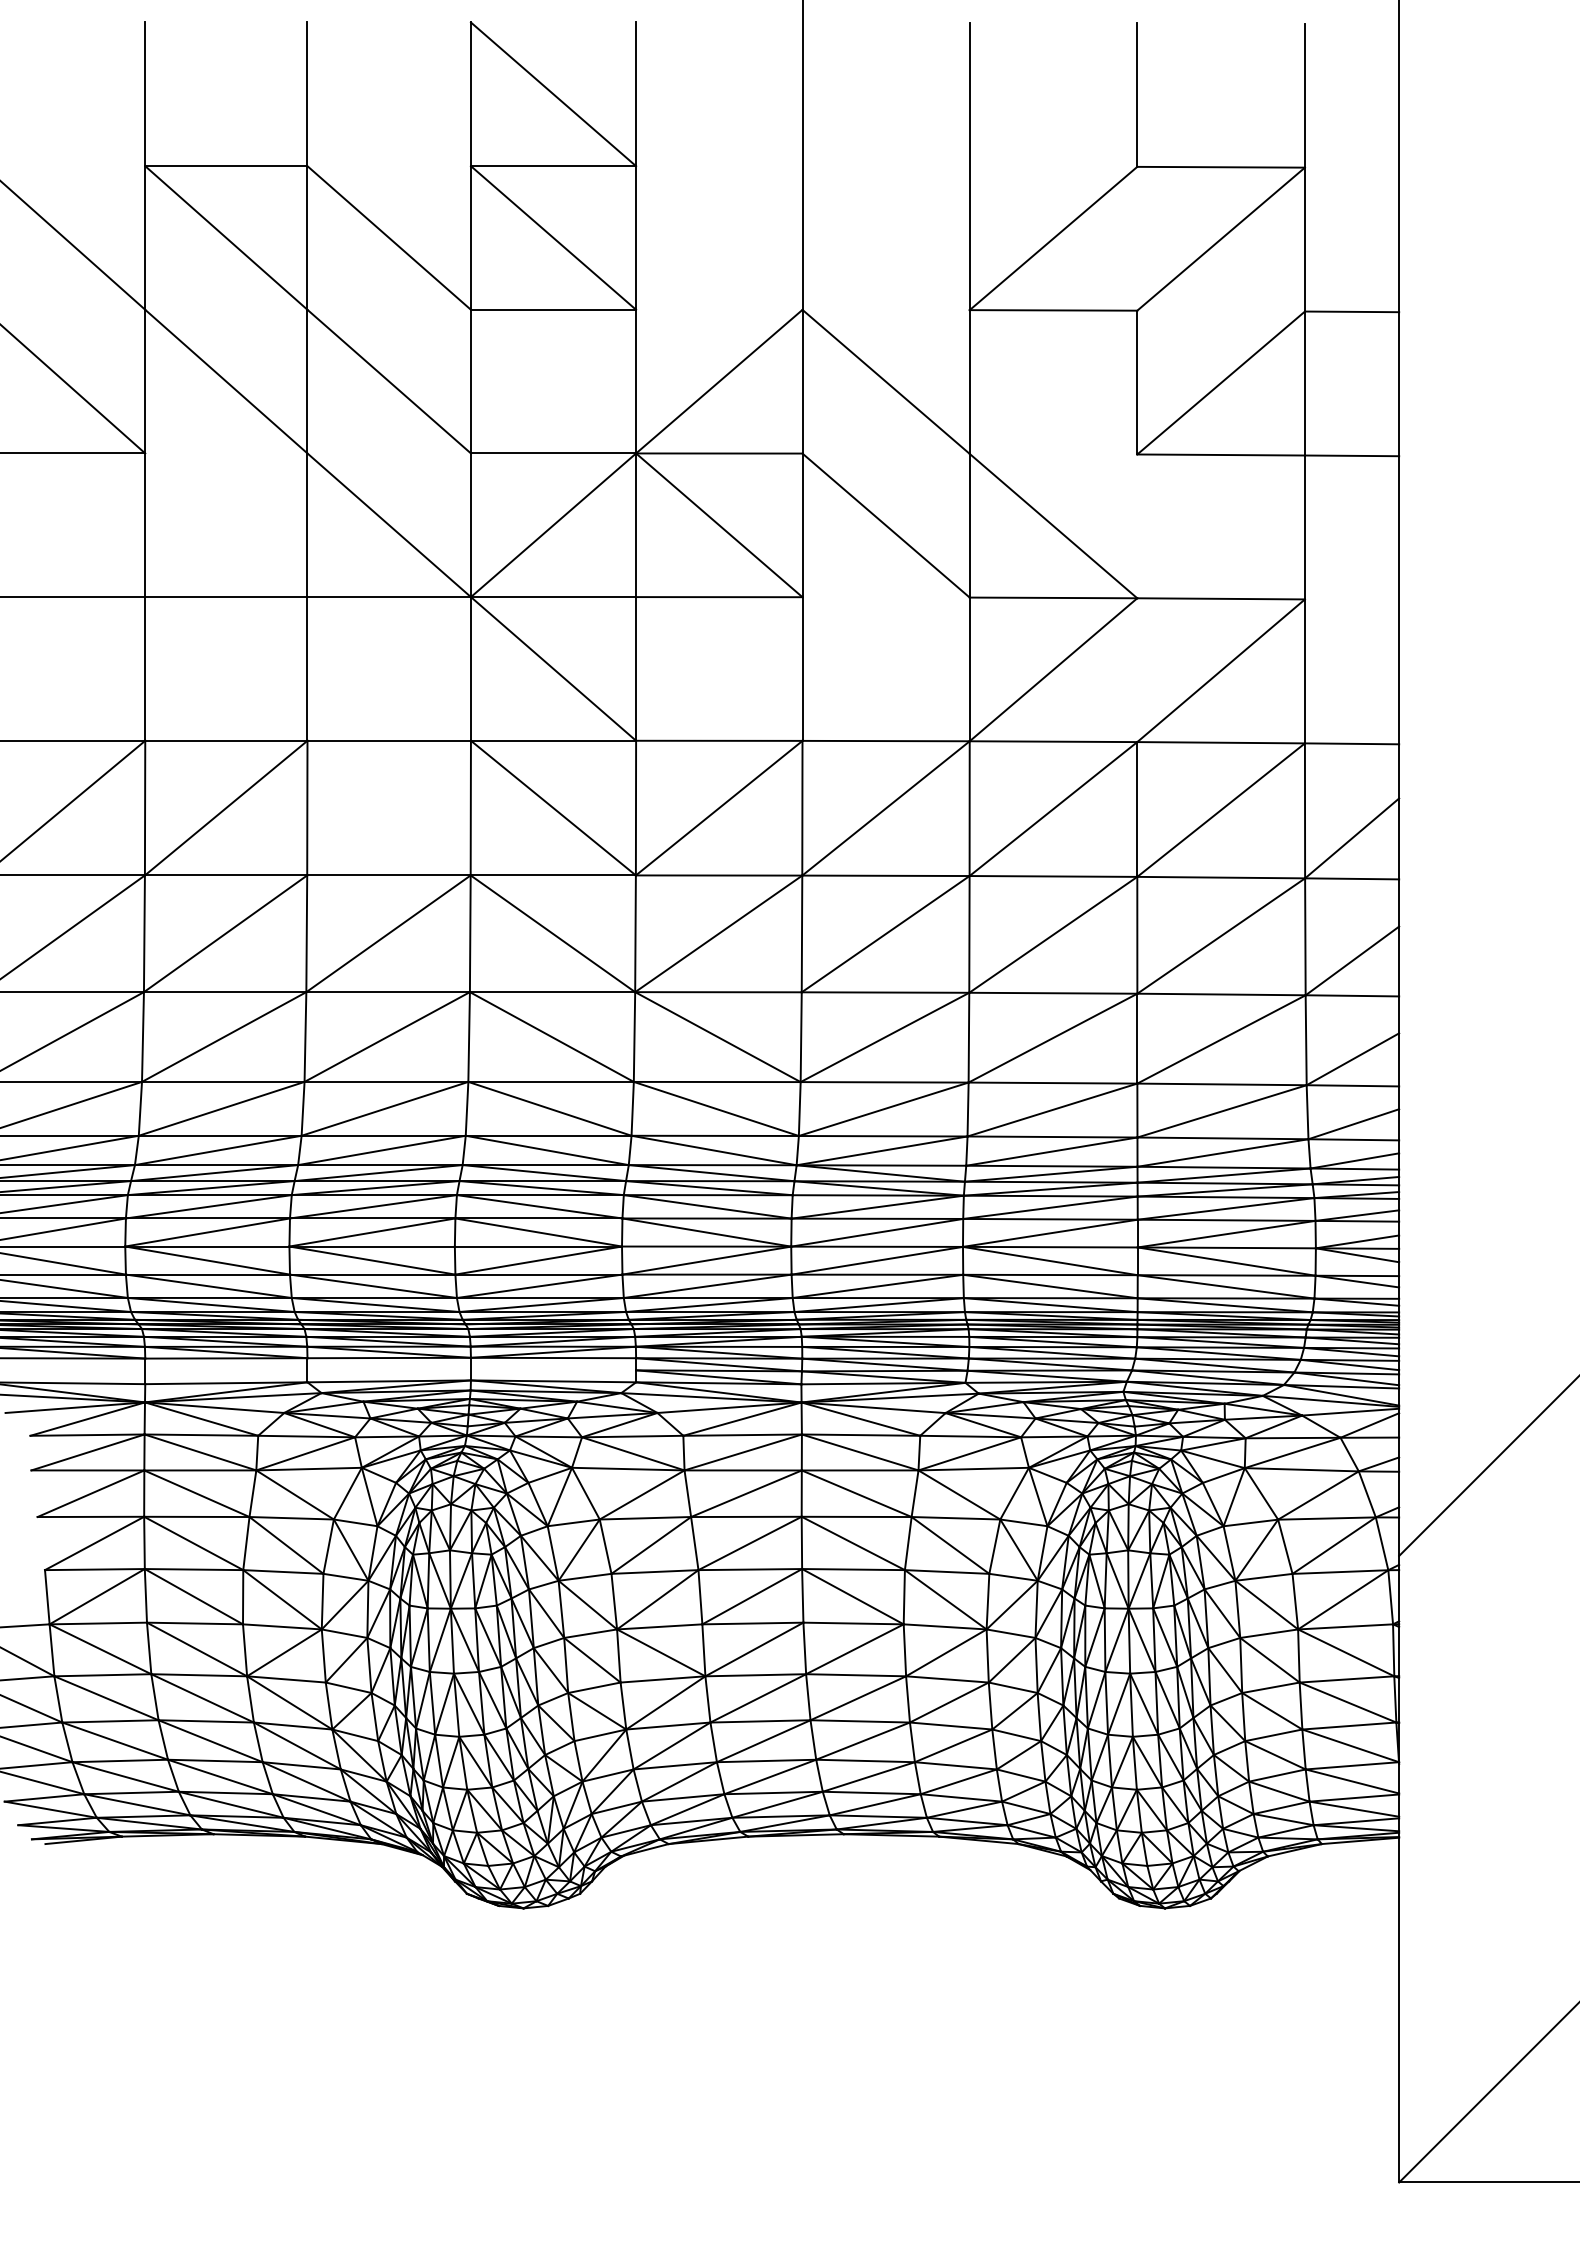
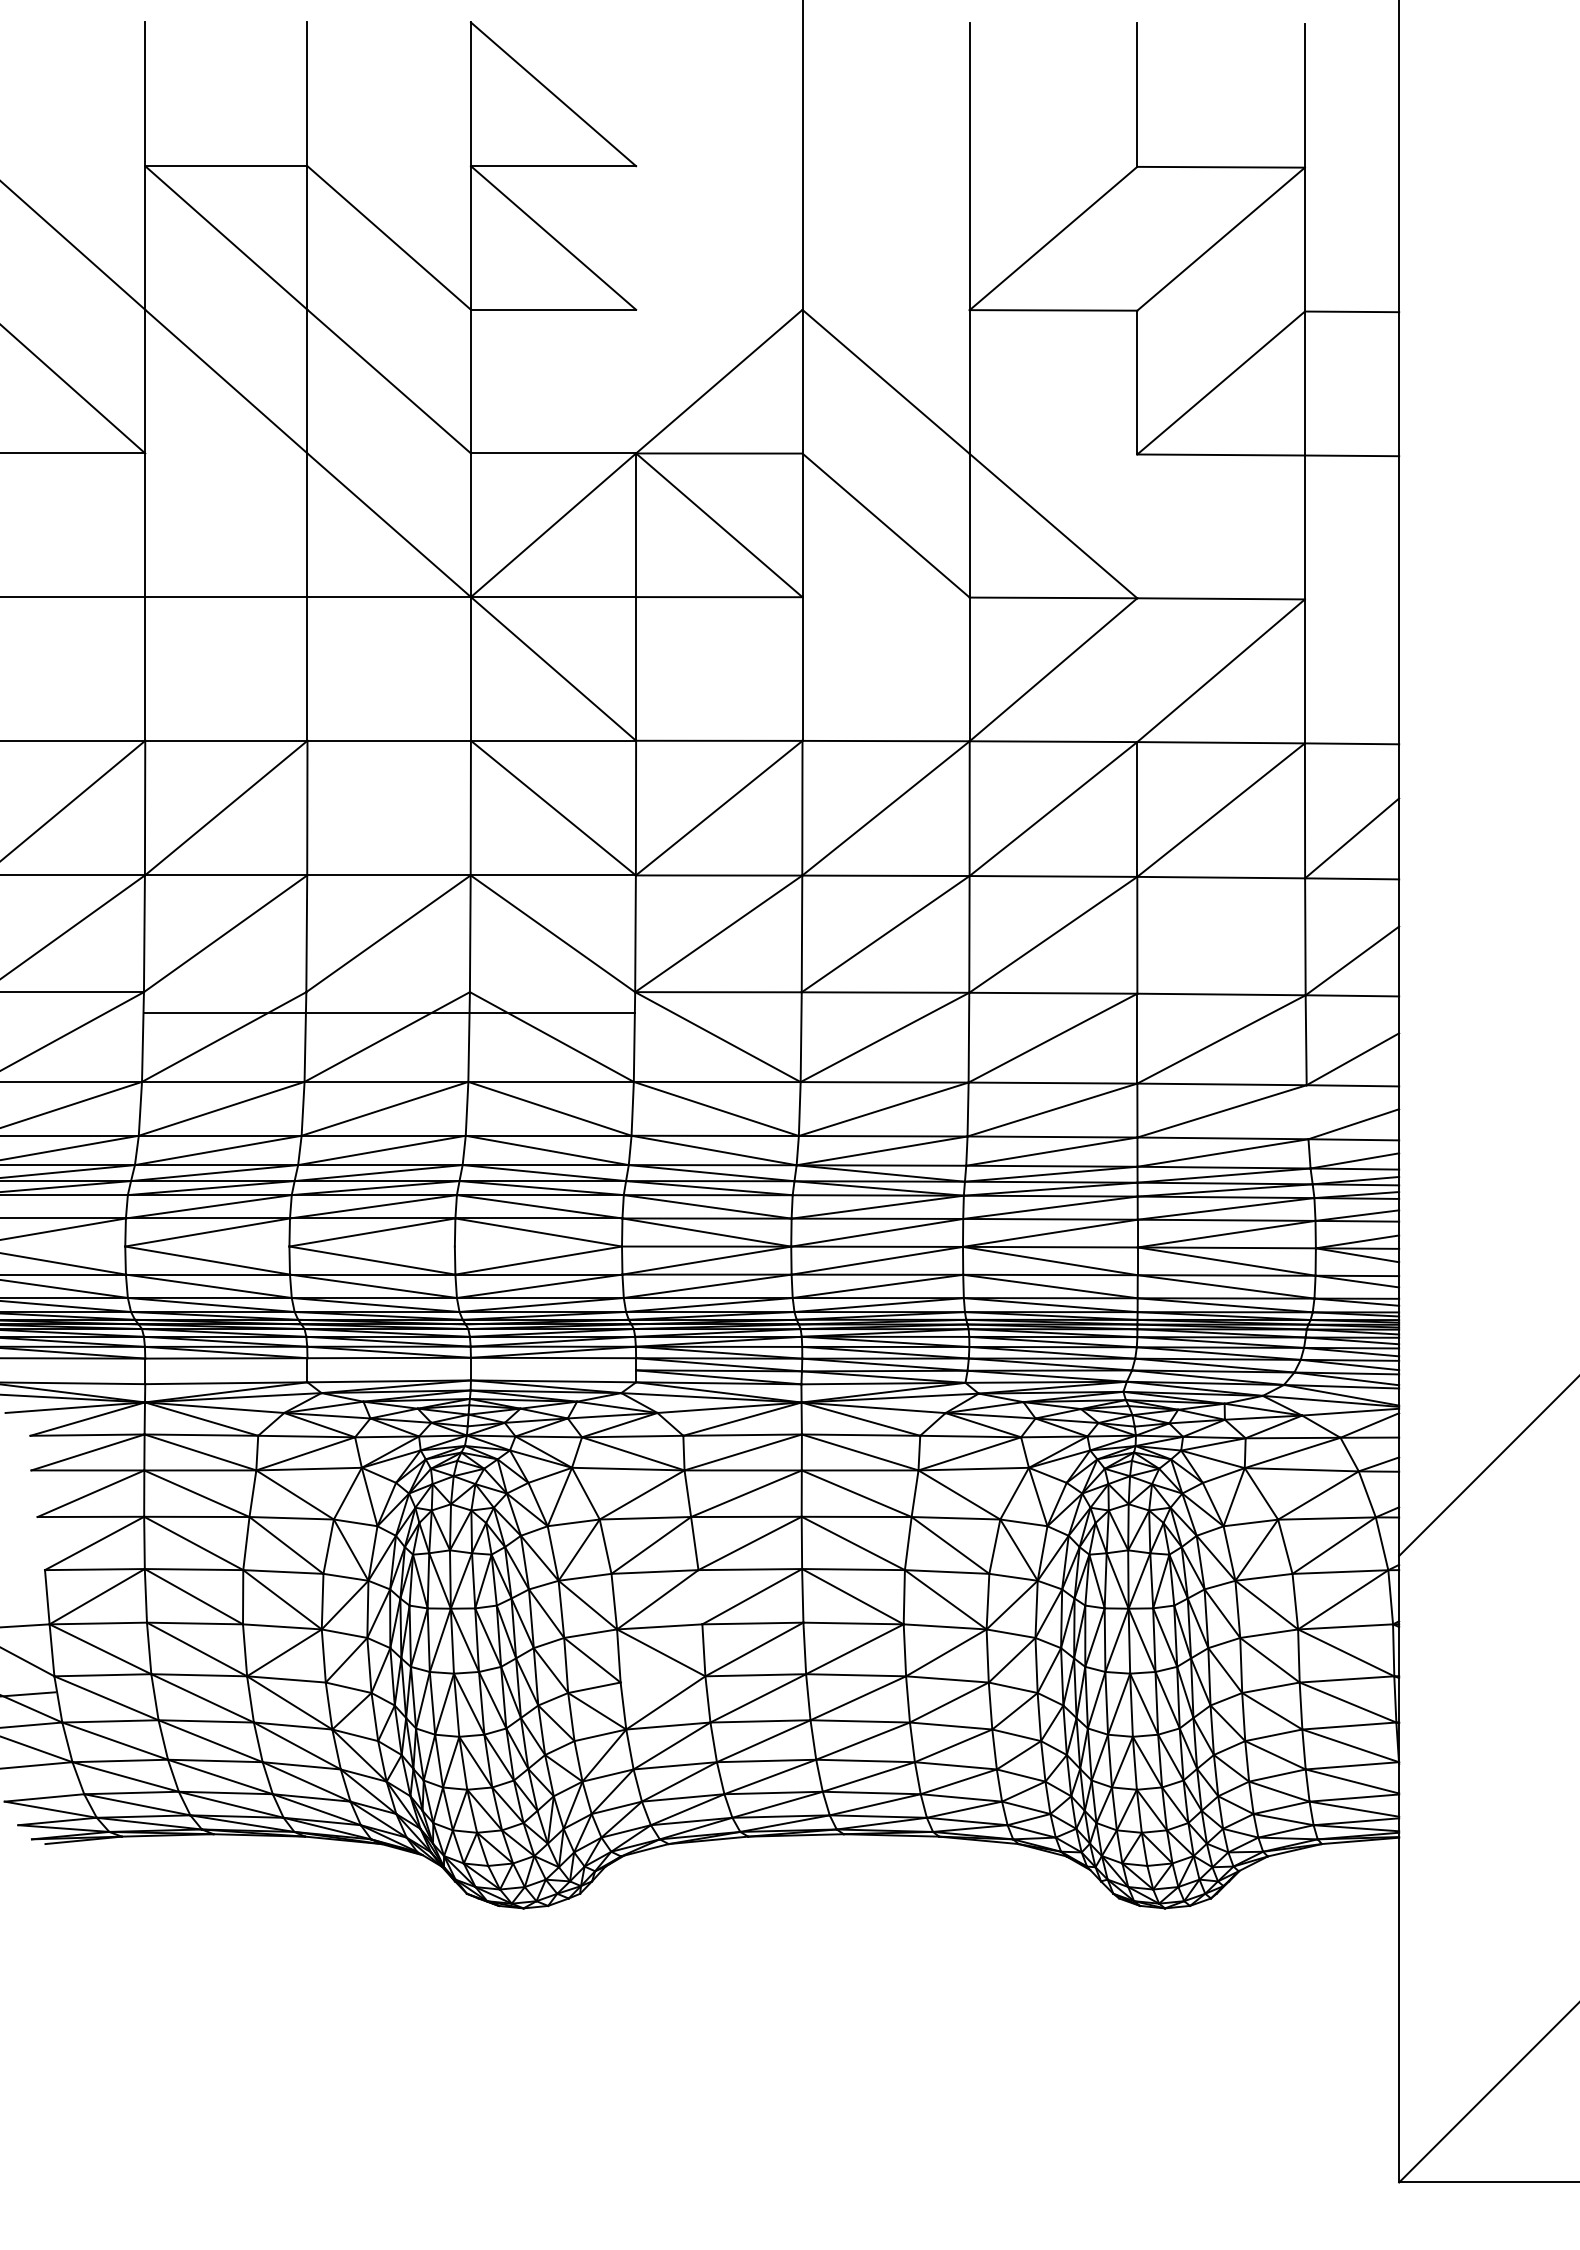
line at (636, 237): present -> none
line at (1221, 935): present -> none
line at (389, 992) position: (389, 992) -> (389, 1013)
line at (1307, 1112): present -> none
line at (64, 1203): present -> none
line at (312, 1246): present -> none
line at (700, 1597): present -> none
line at (28, 1678) position: (28, 1678) -> (28, 1694)
line at (662, 1679): present -> none
line at (43, 1783): present -> none
